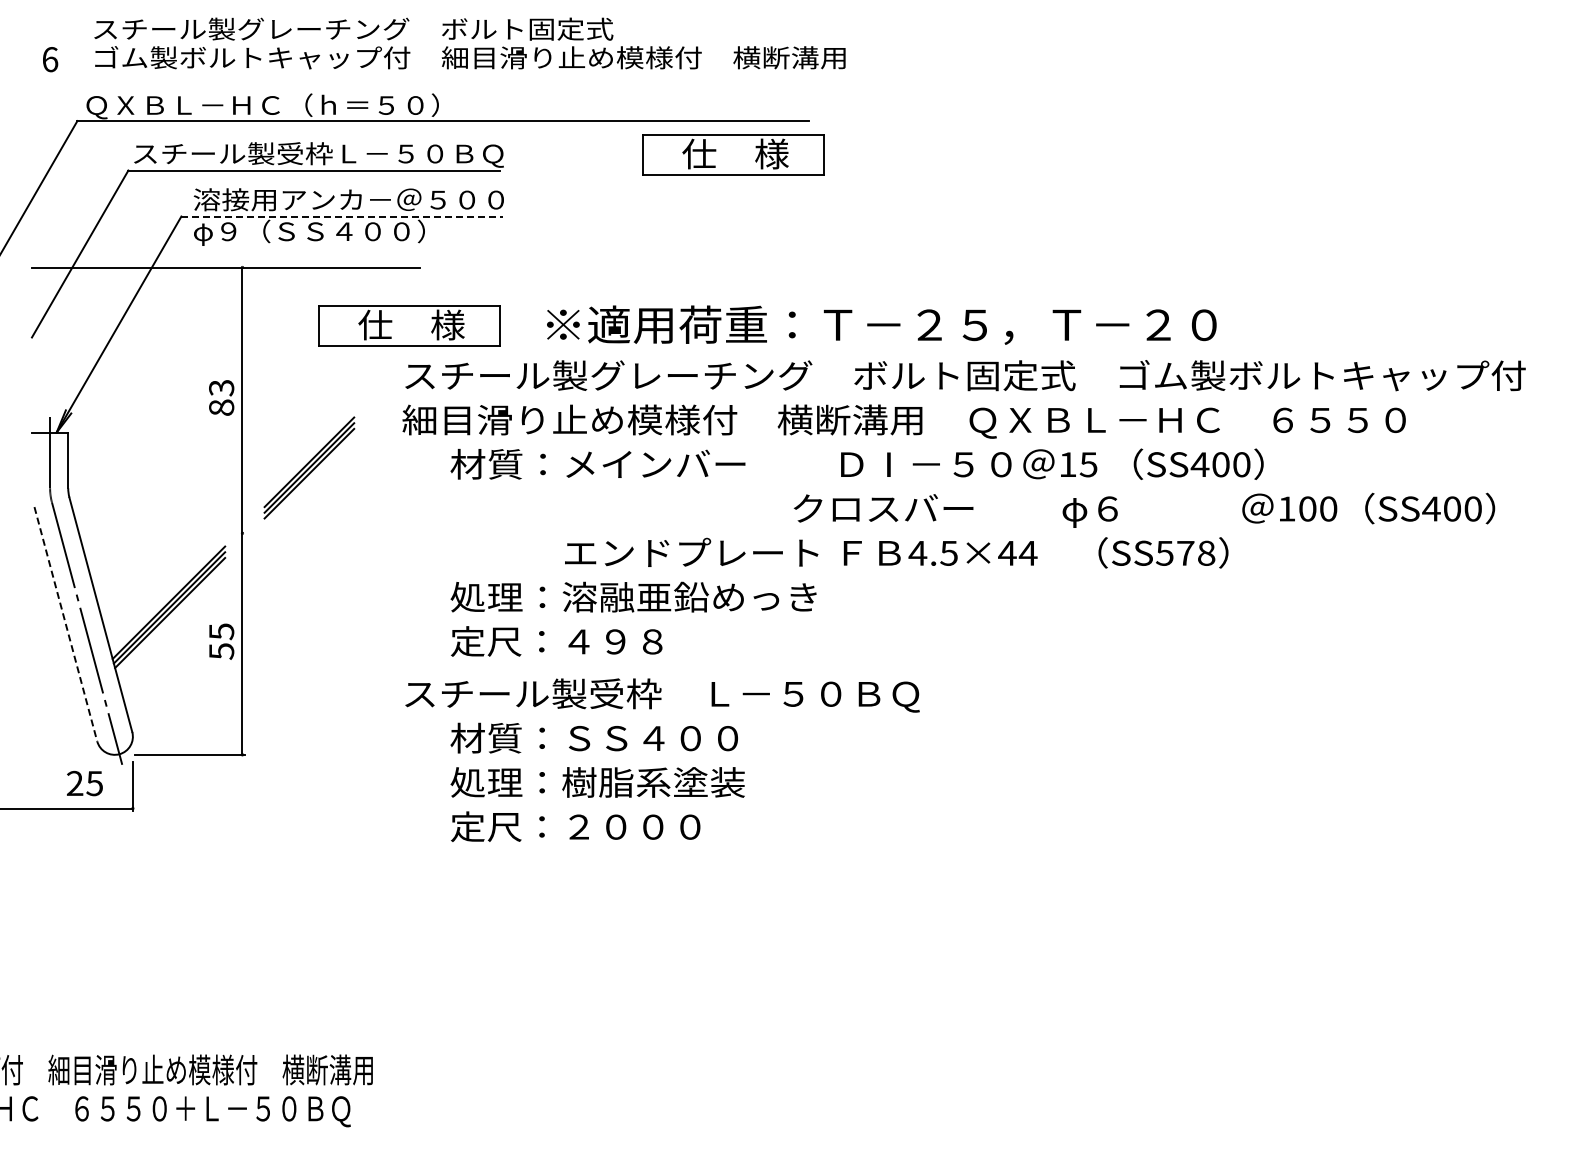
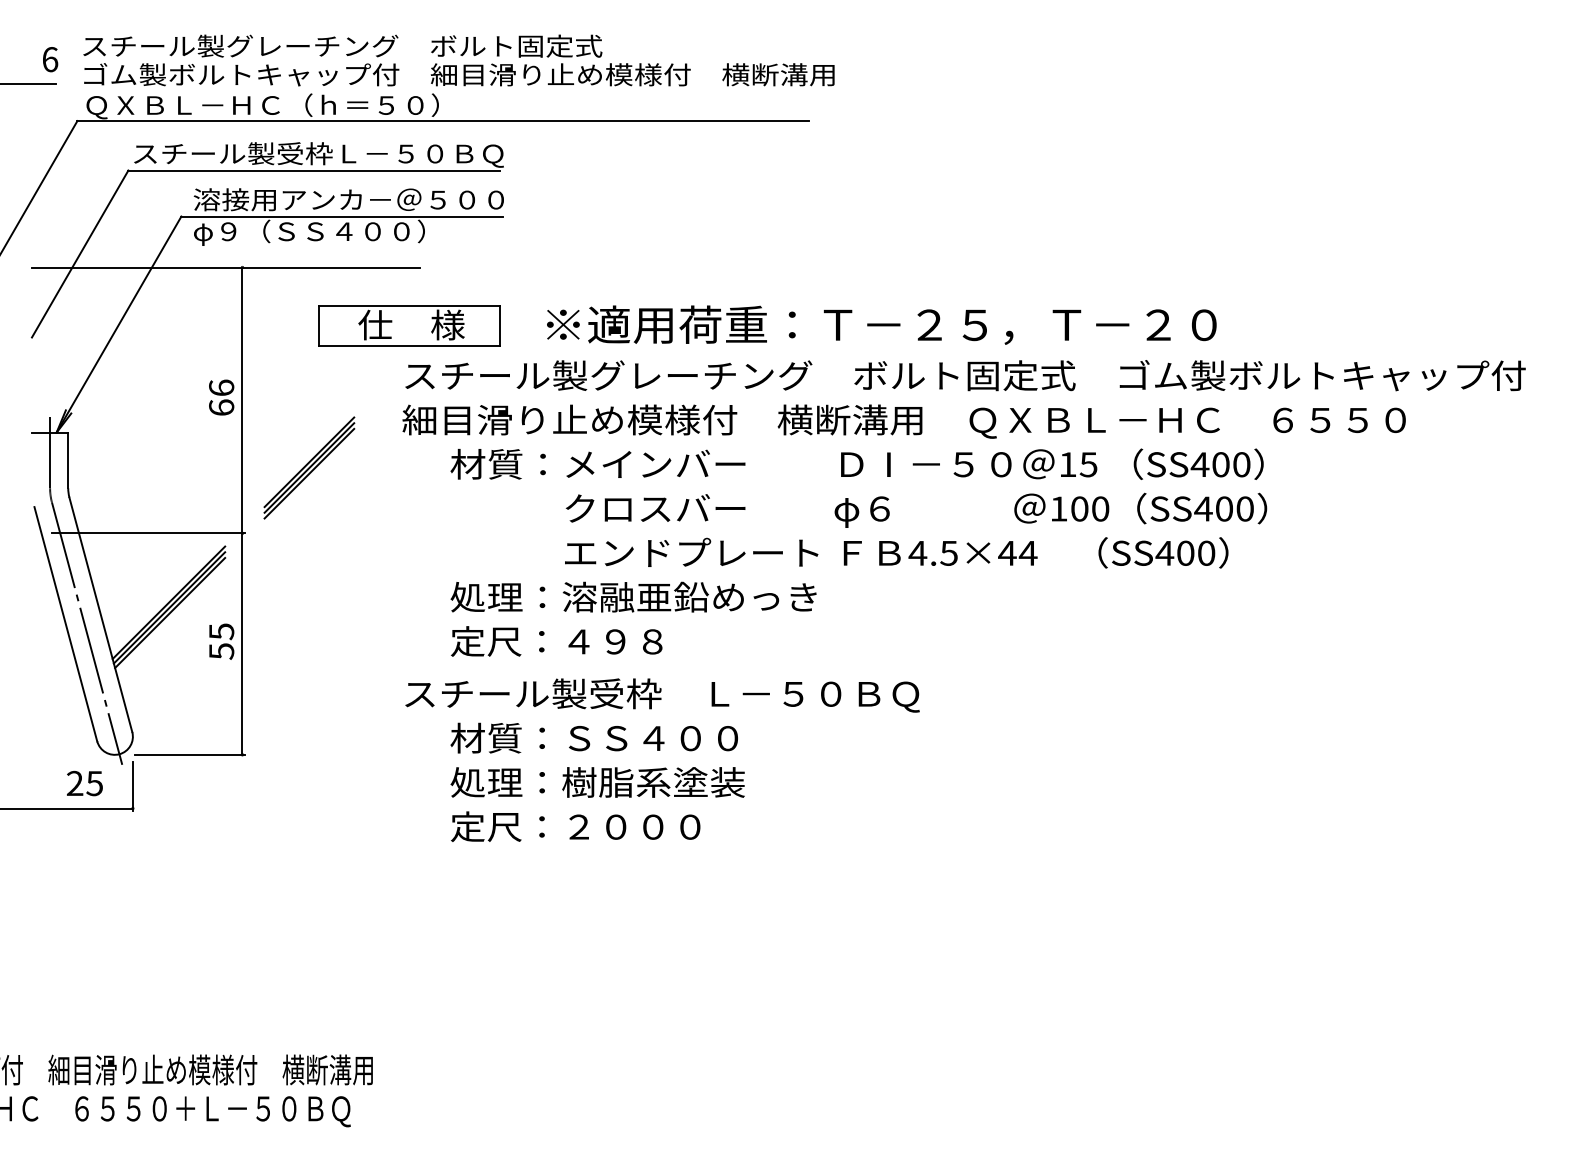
text at (469, 43) position: (469, 43) -> (458, 60)
line at (28, 84): none -> present
part at (733, 154): present -> none
line at (342, 216): dashed -> solid
text at (221, 397): 83 -> 66
text at (1144, 509) position: (1144, 509) -> (916, 509)
line at (148, 533): none -> present
text at (1185, 552): SS578 -> SS400
line at (65, 624): dashed -> solid
